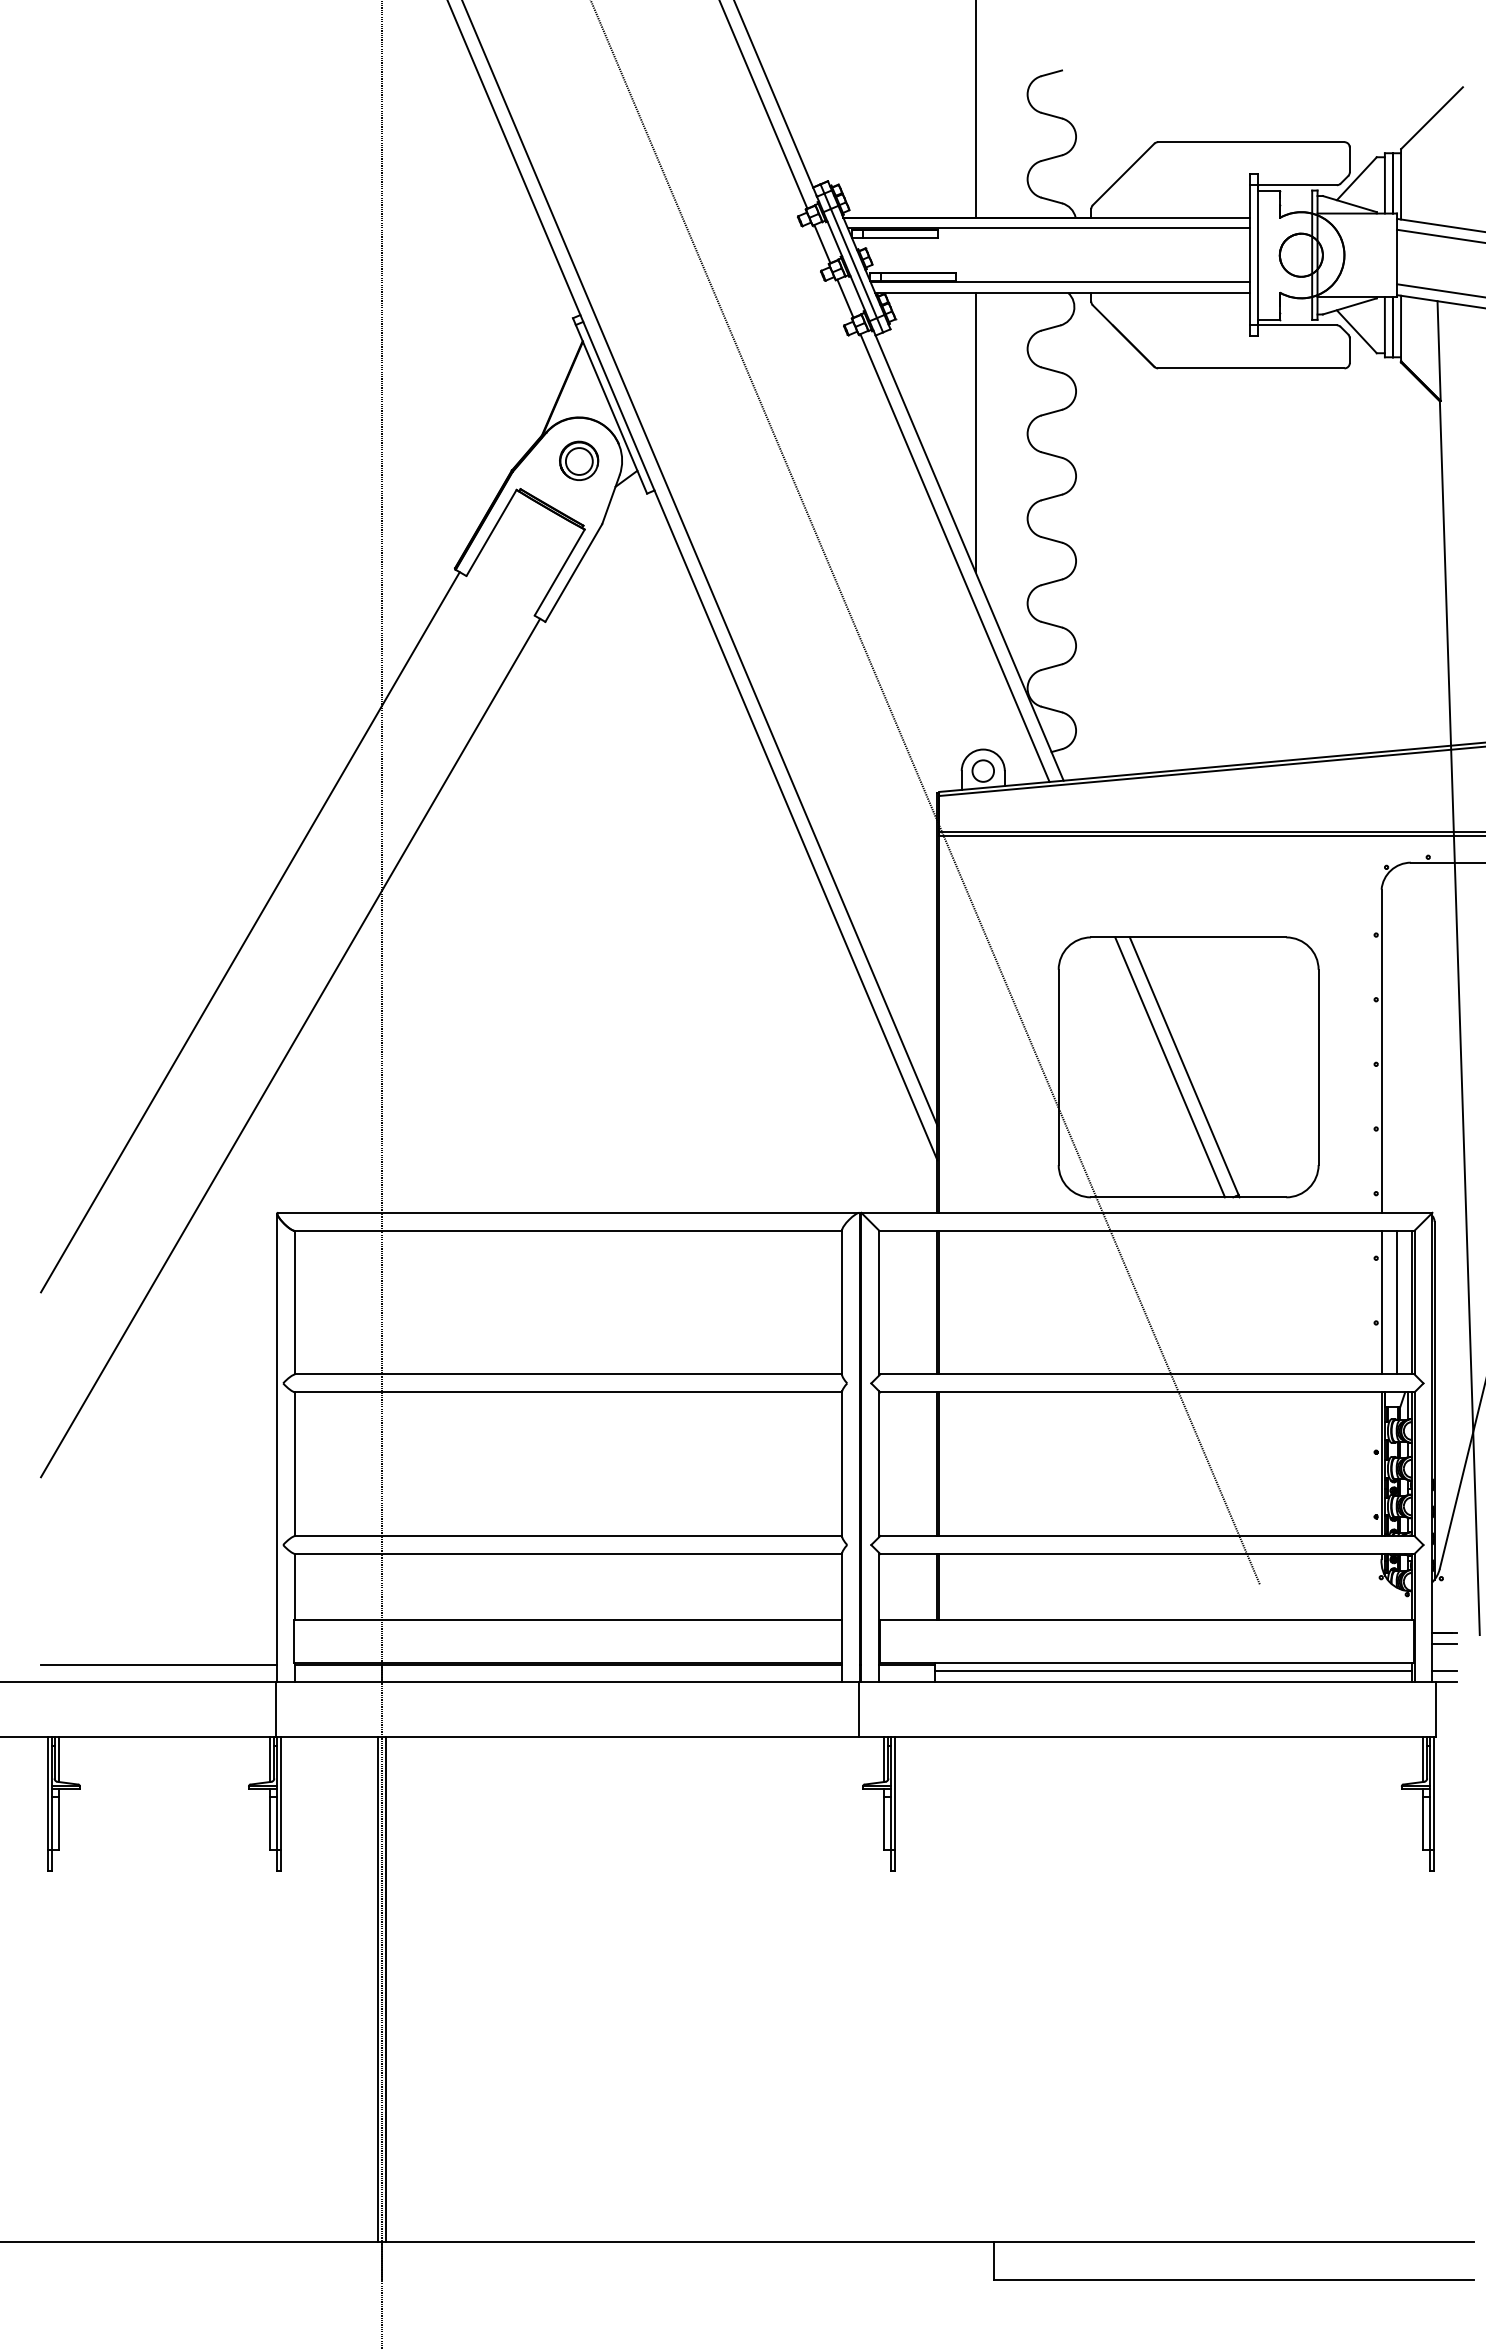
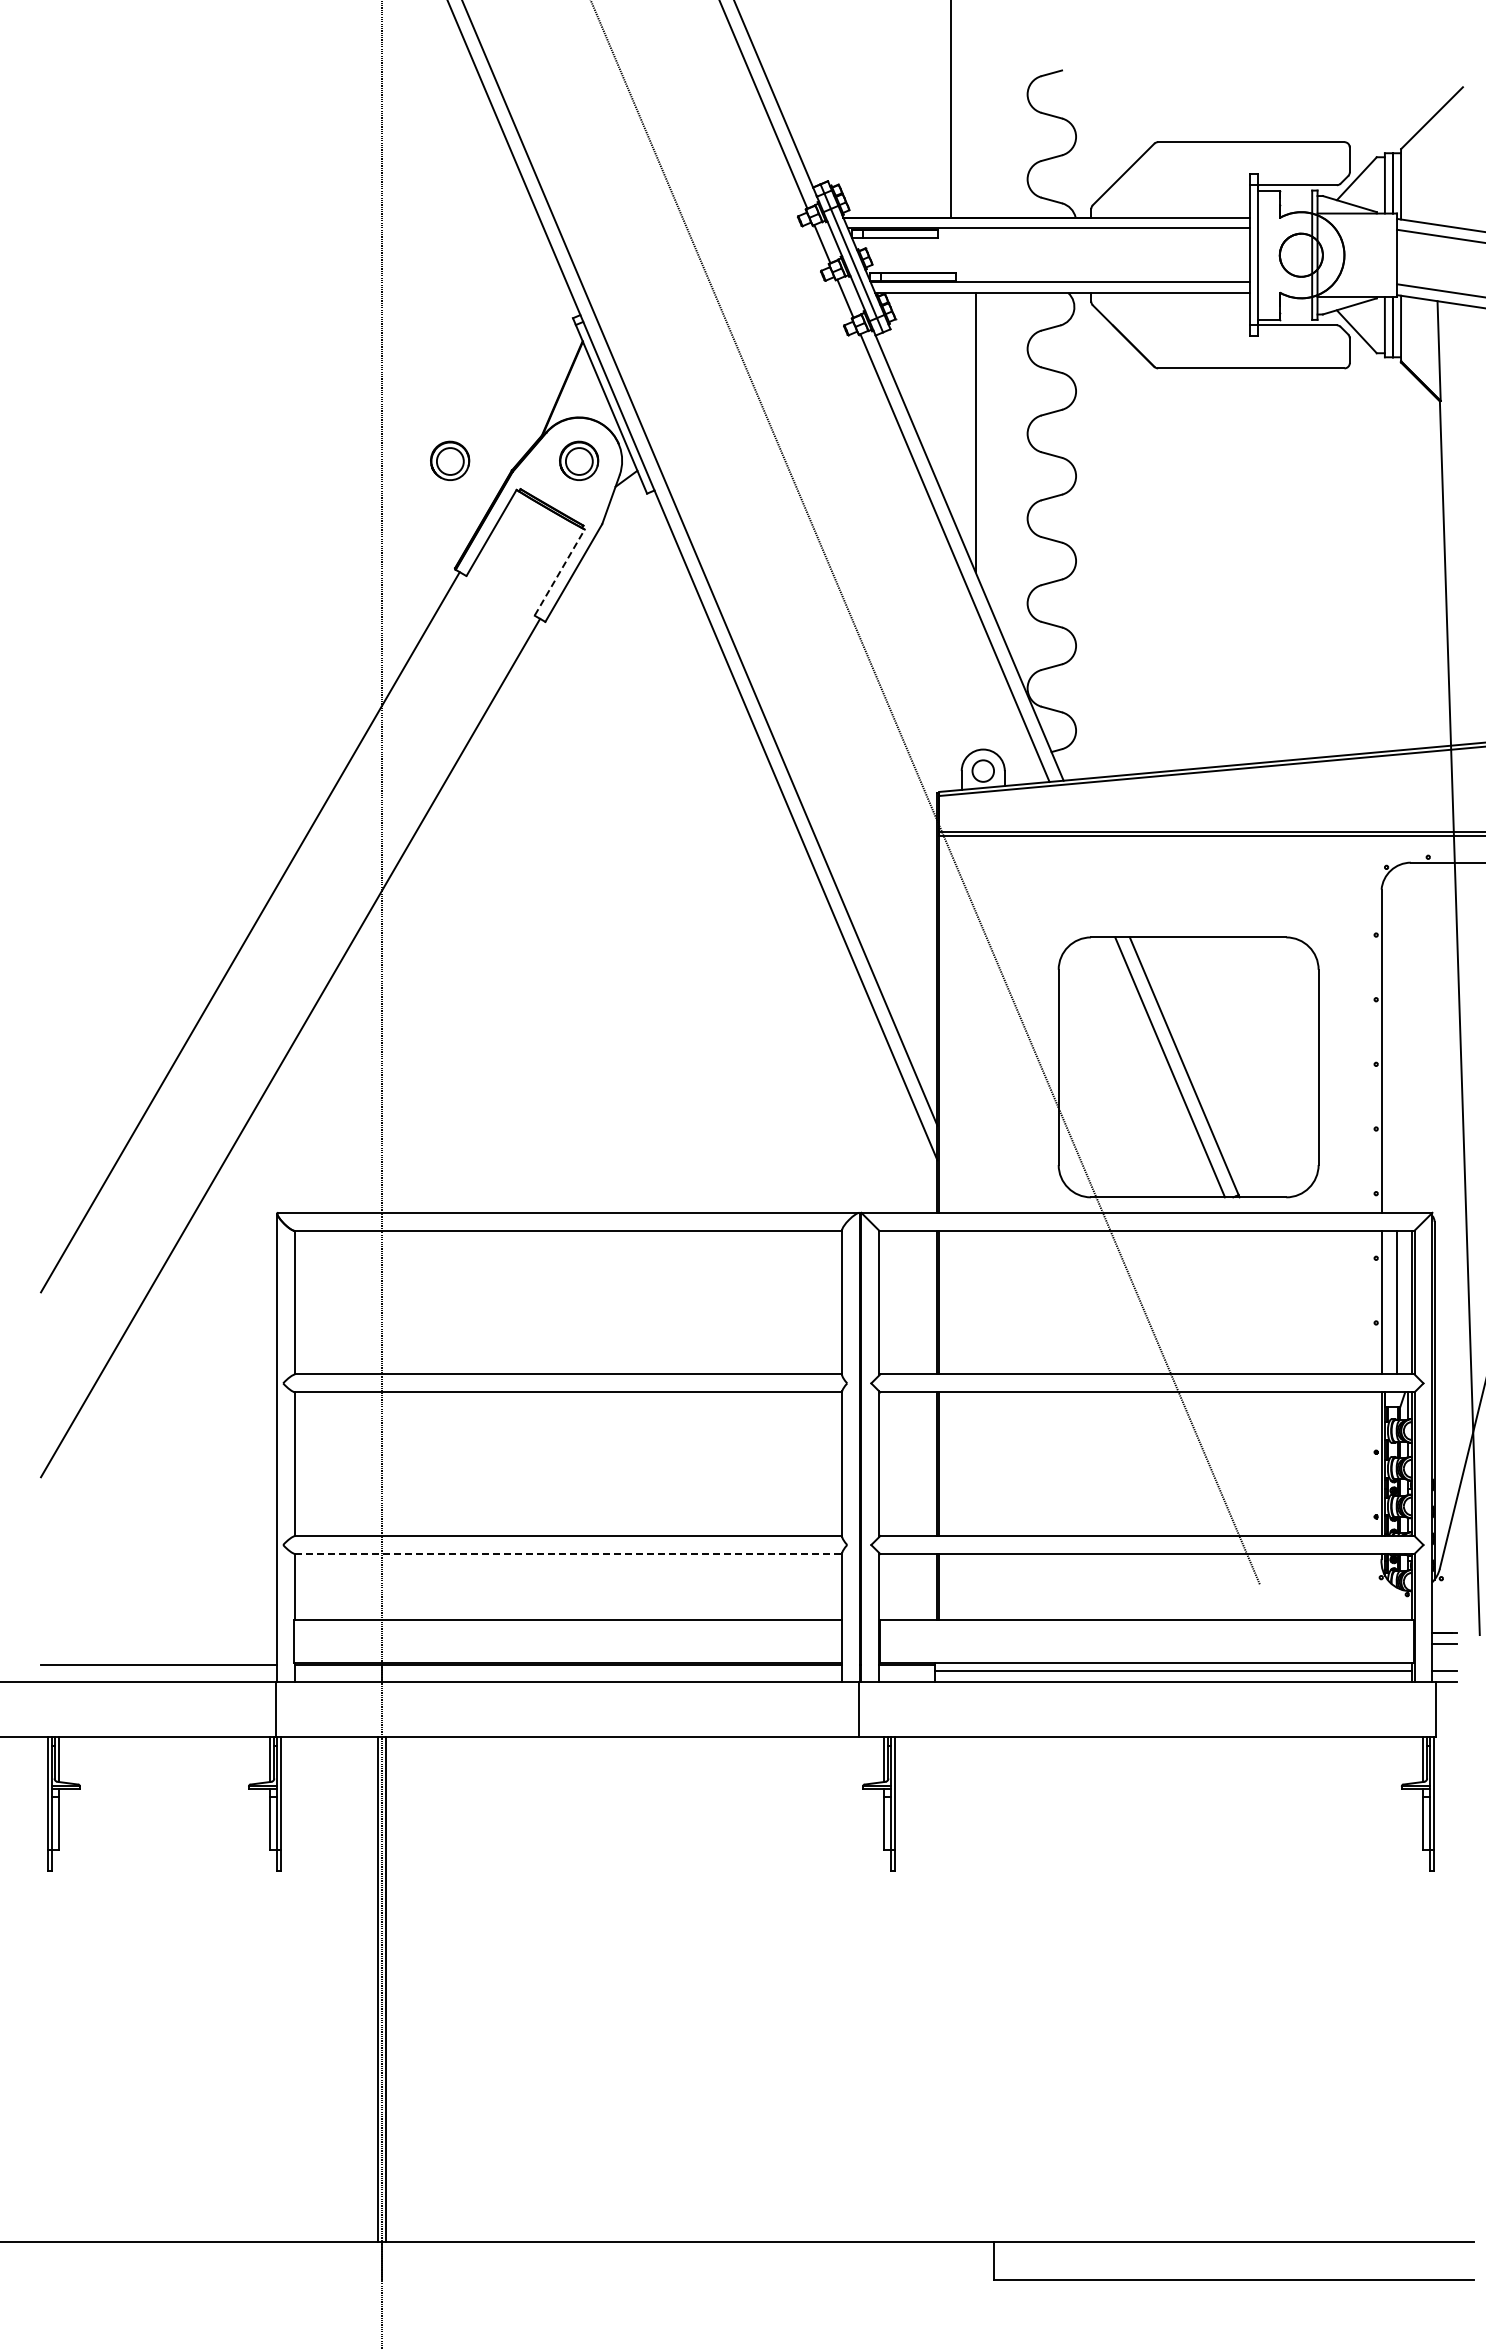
line at (975, 109) position: (975, 109) -> (950, 109)
part at (450, 460): none -> present
line at (559, 572): solid -> dashed
line at (568, 1553): solid -> dashed
